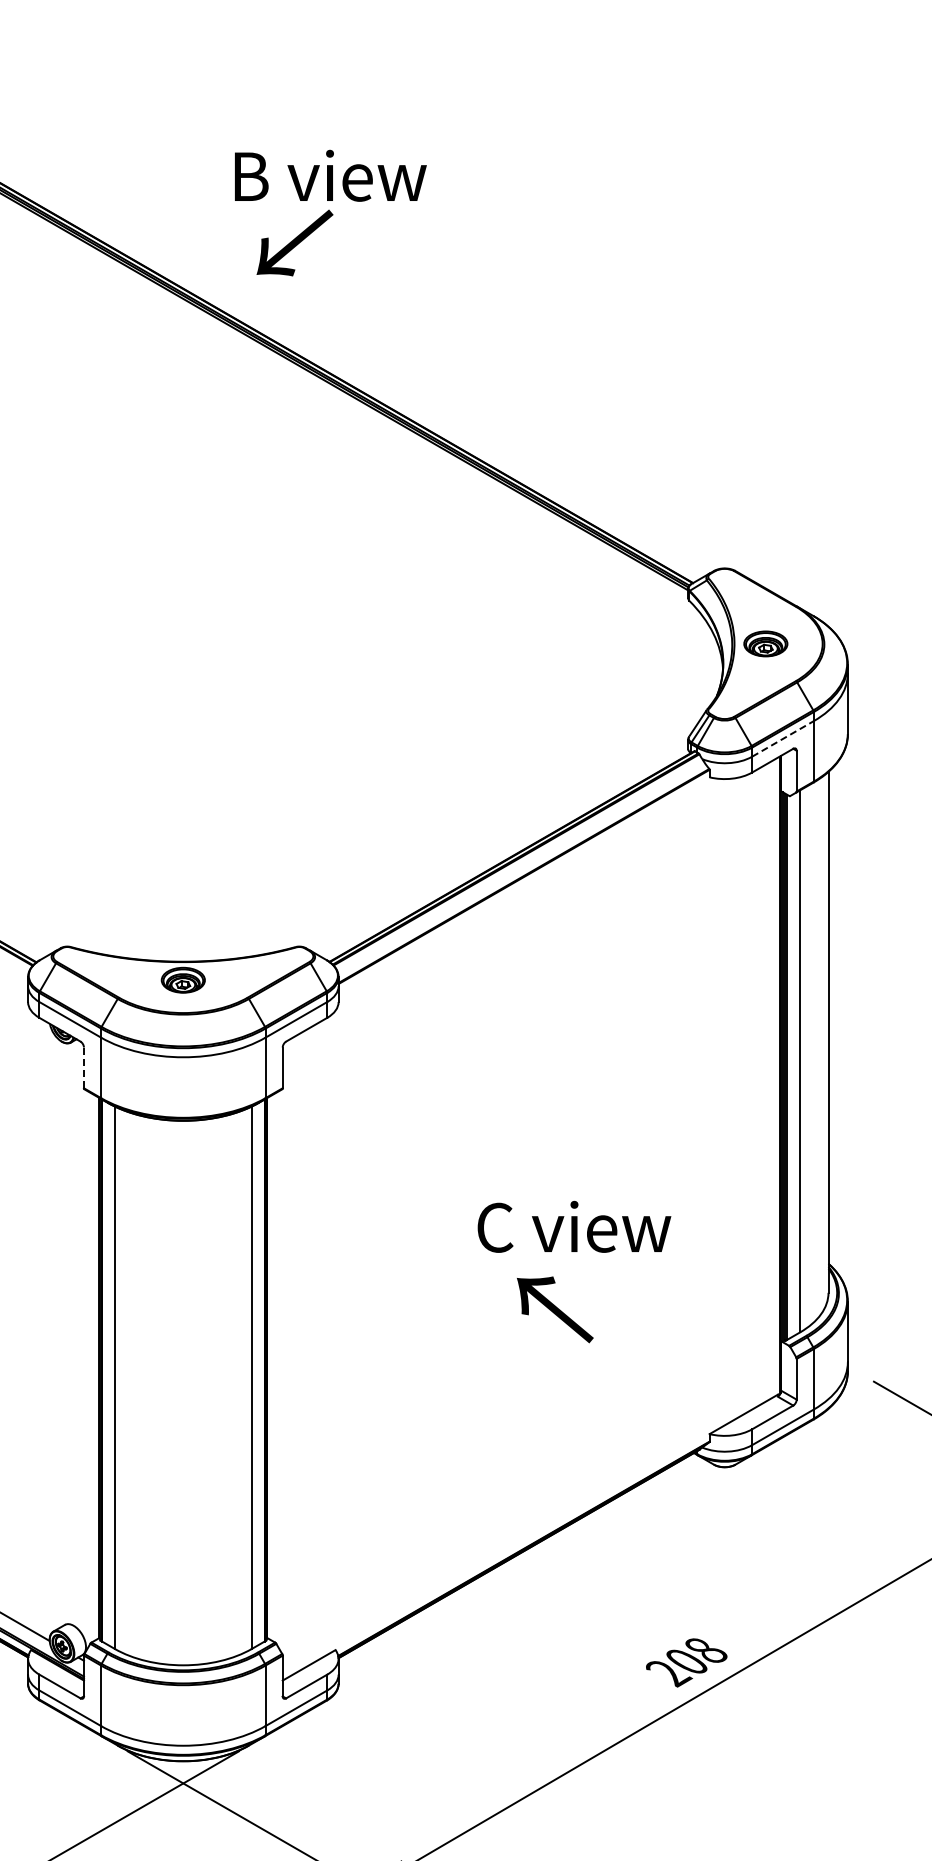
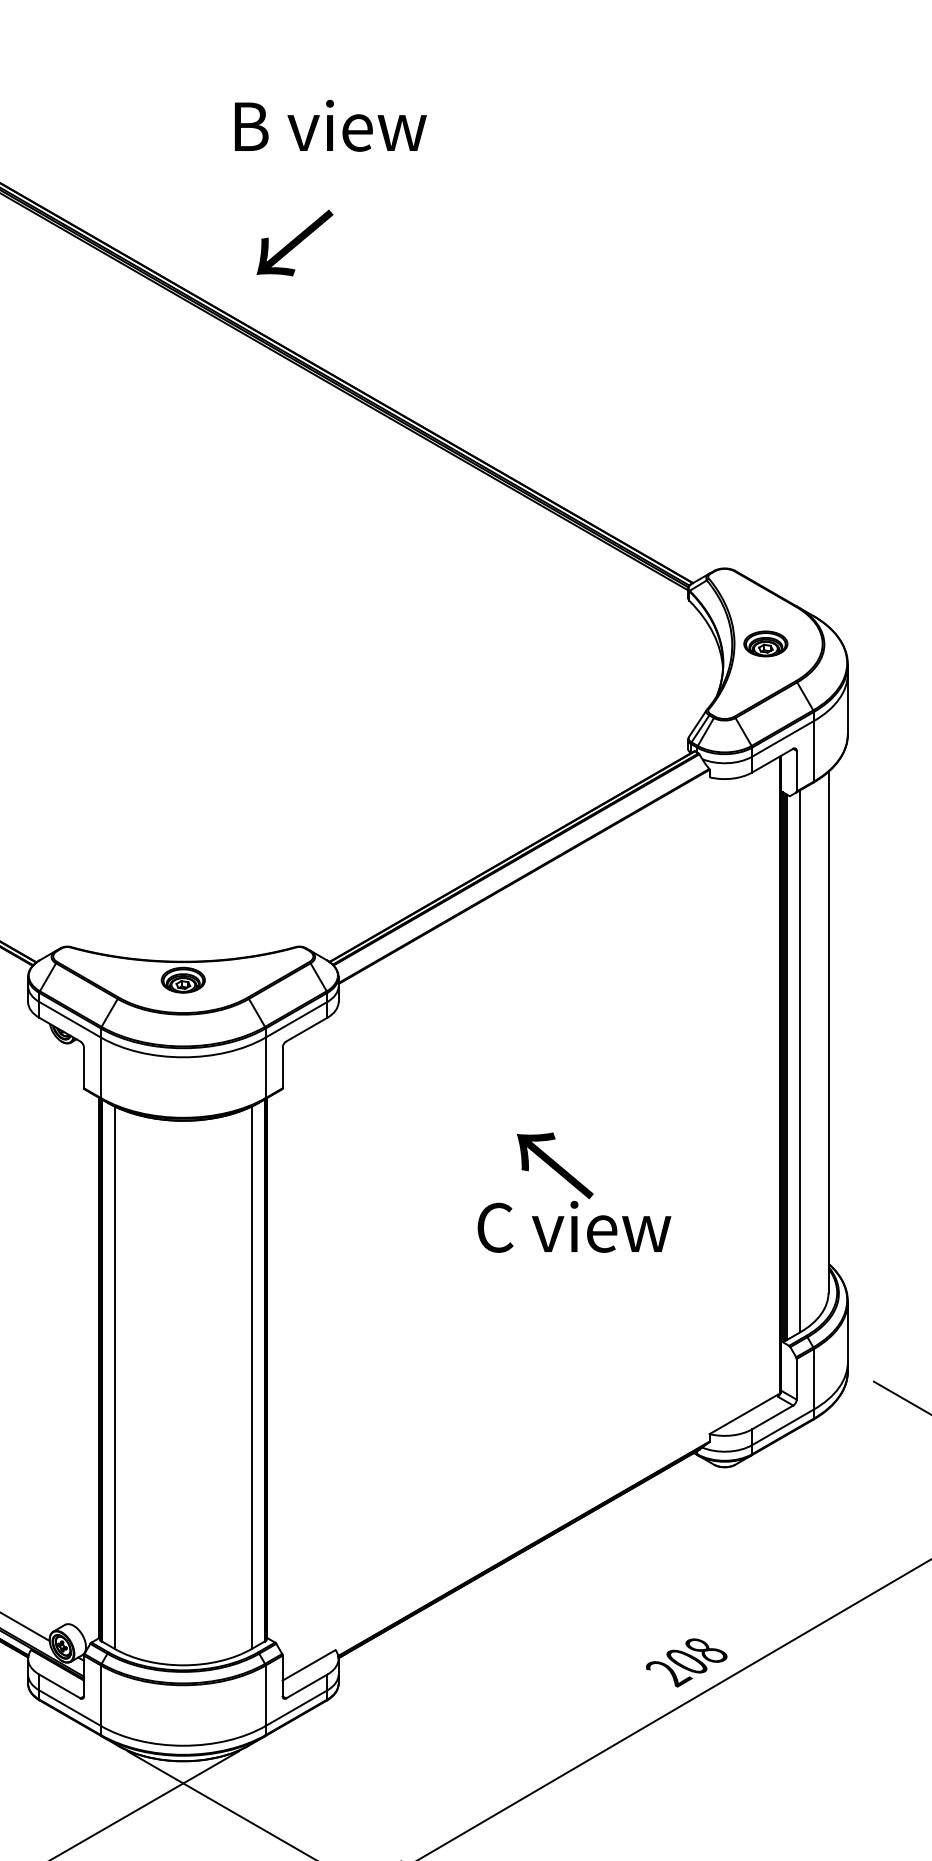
text at (330, 175) position: (330, 175) -> (330, 125)
line at (782, 738): dashed -> solid
line at (83, 1068): dashed -> solid
text at (555, 1309) position: (555, 1309) -> (555, 1165)
